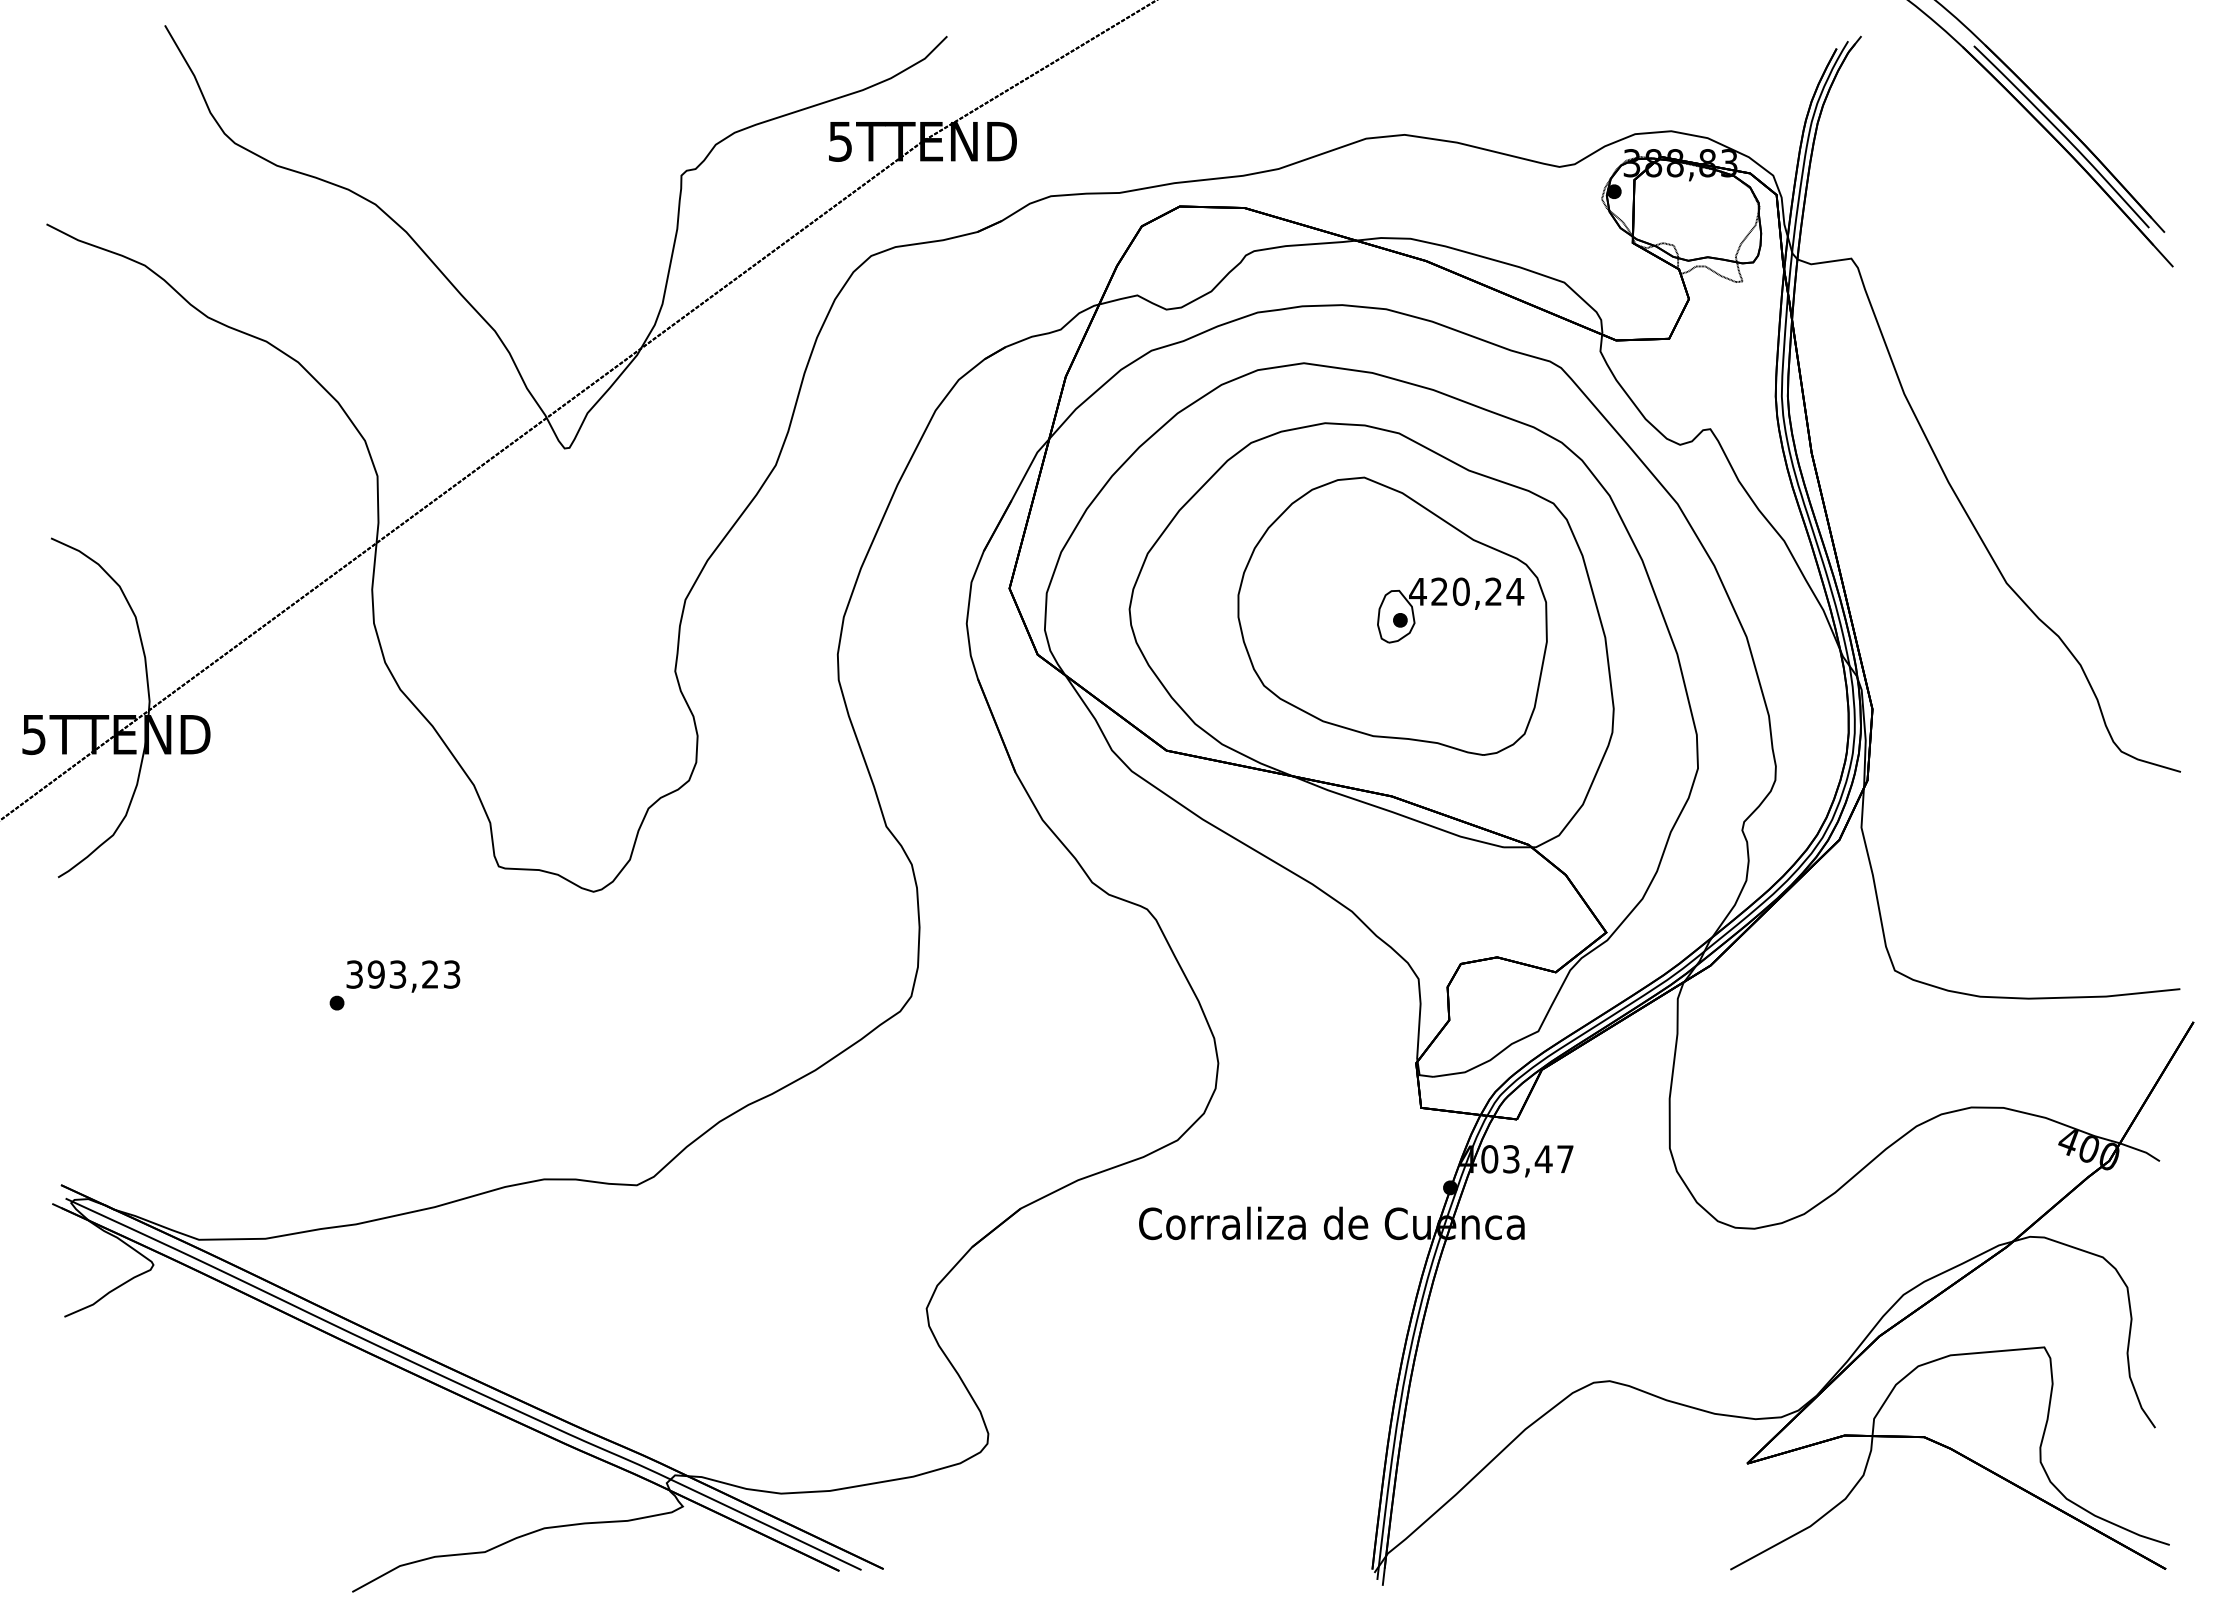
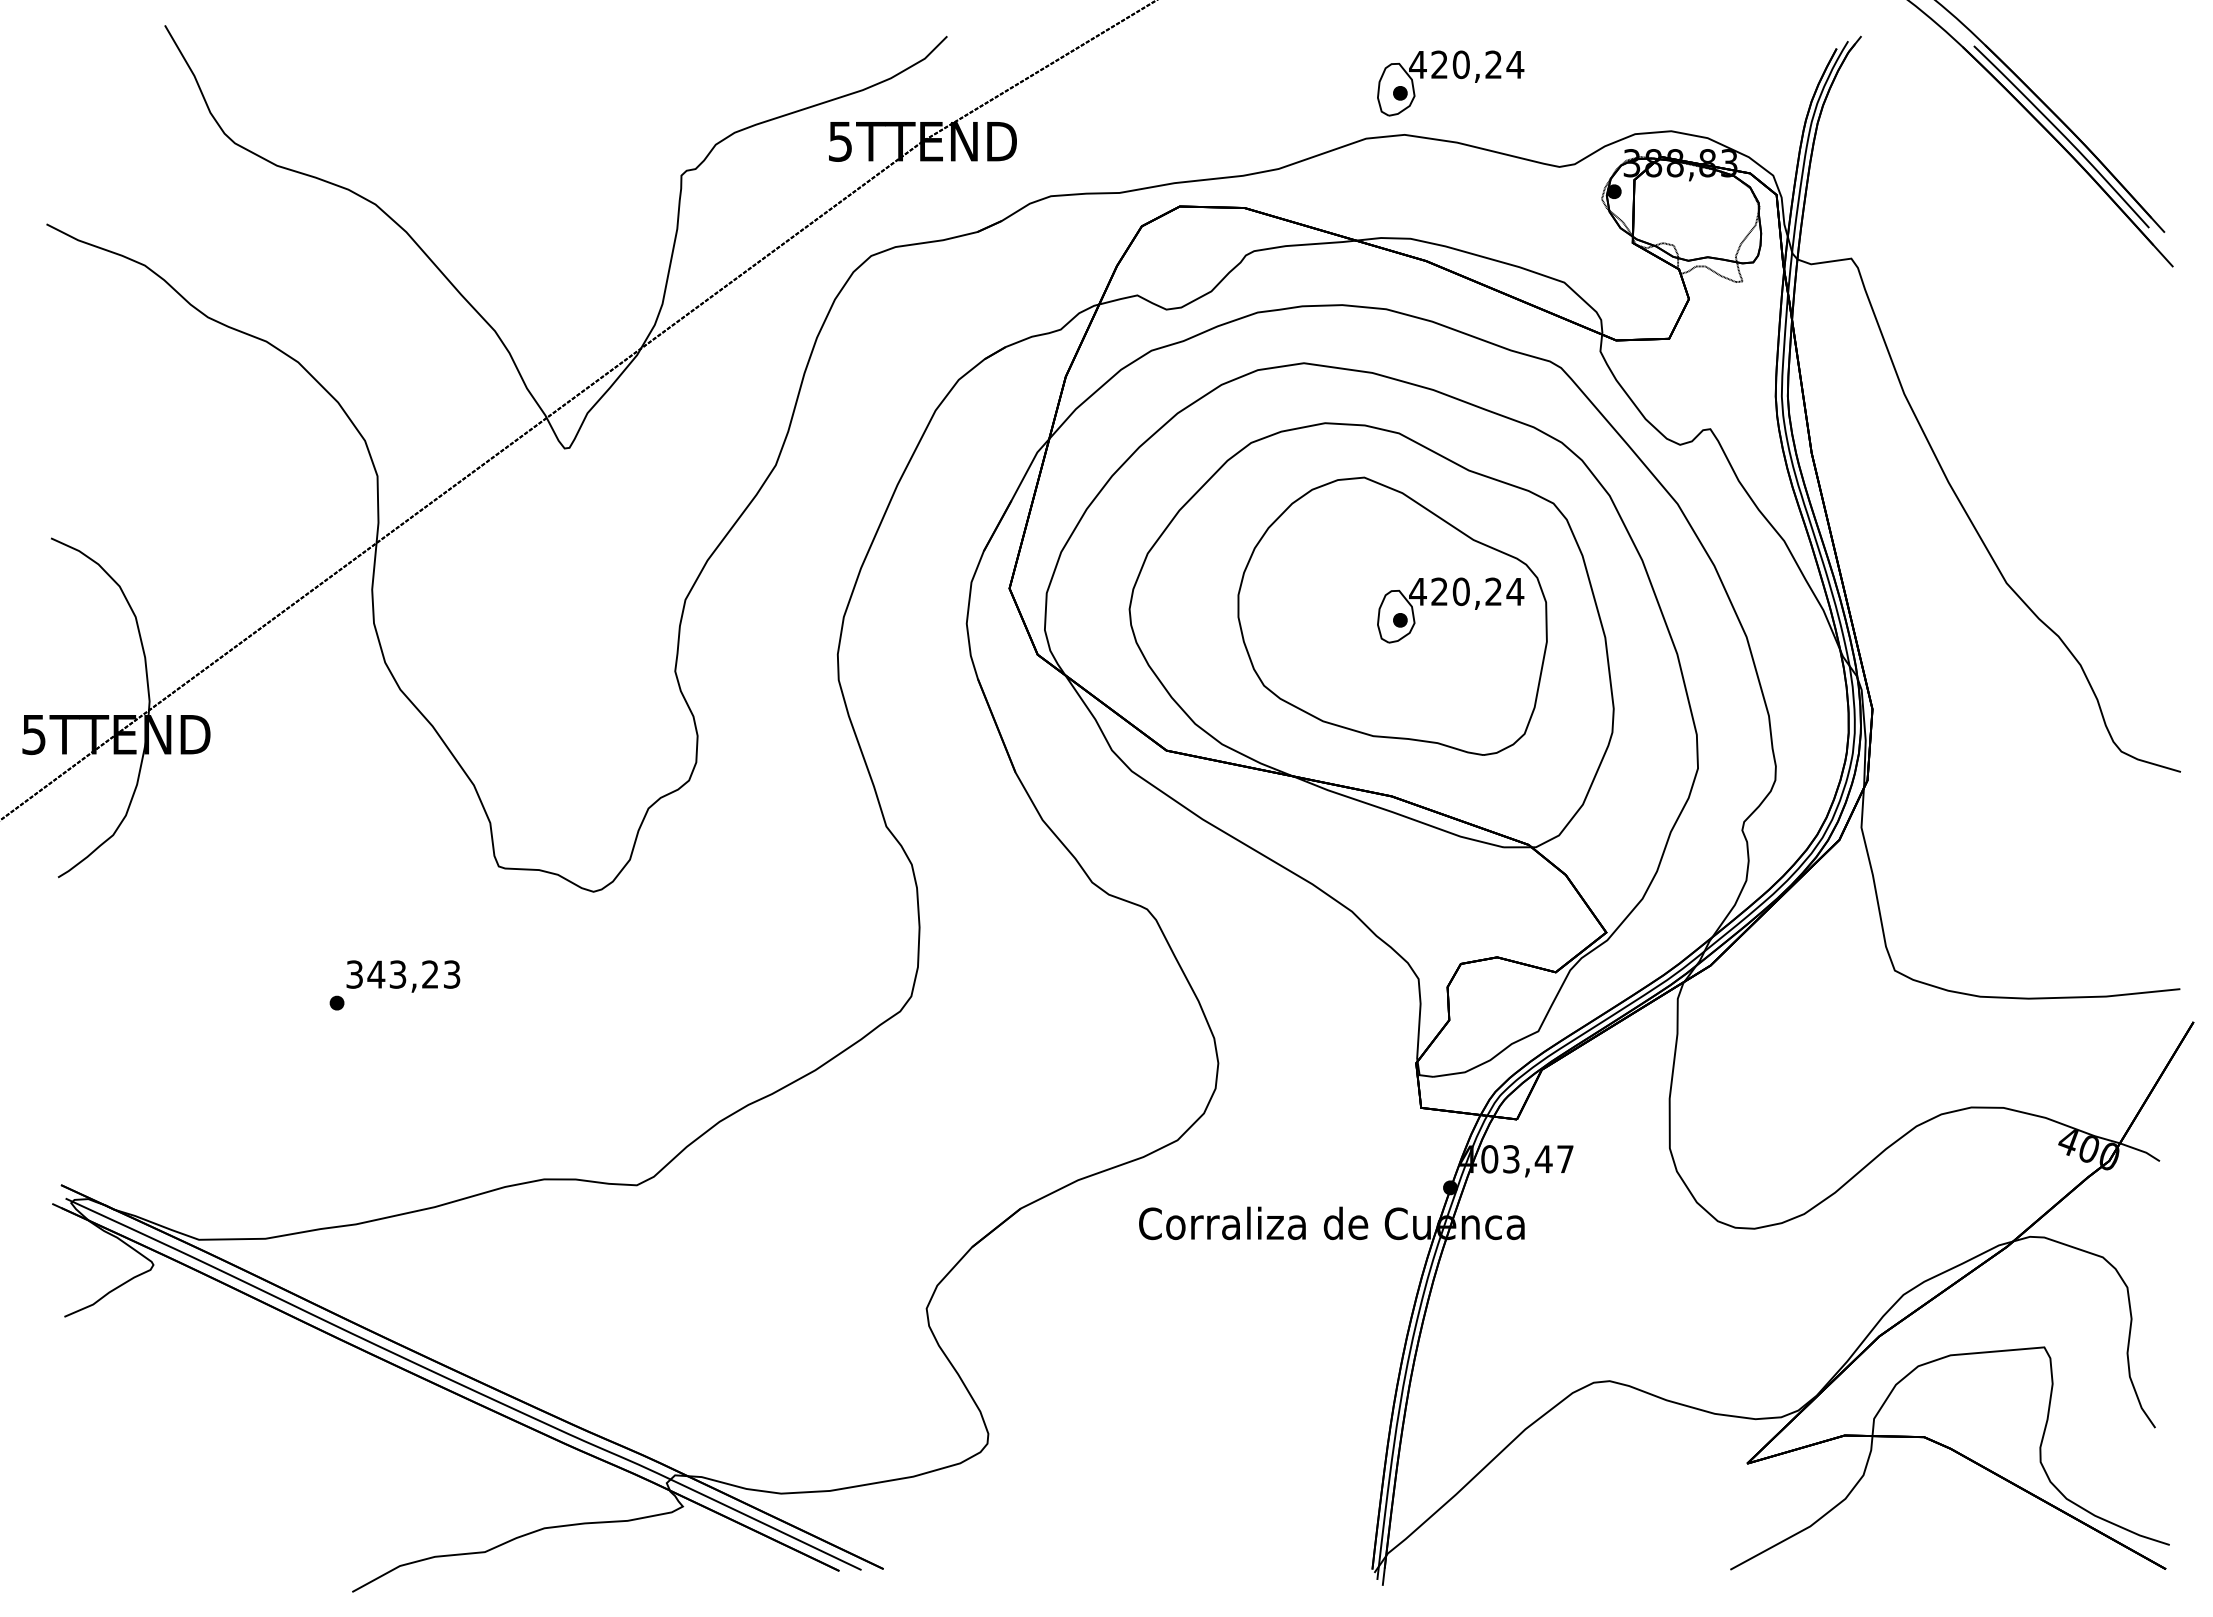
part at (1446, 78): none -> present
text at (376, 974): 393,23 -> 343,23
